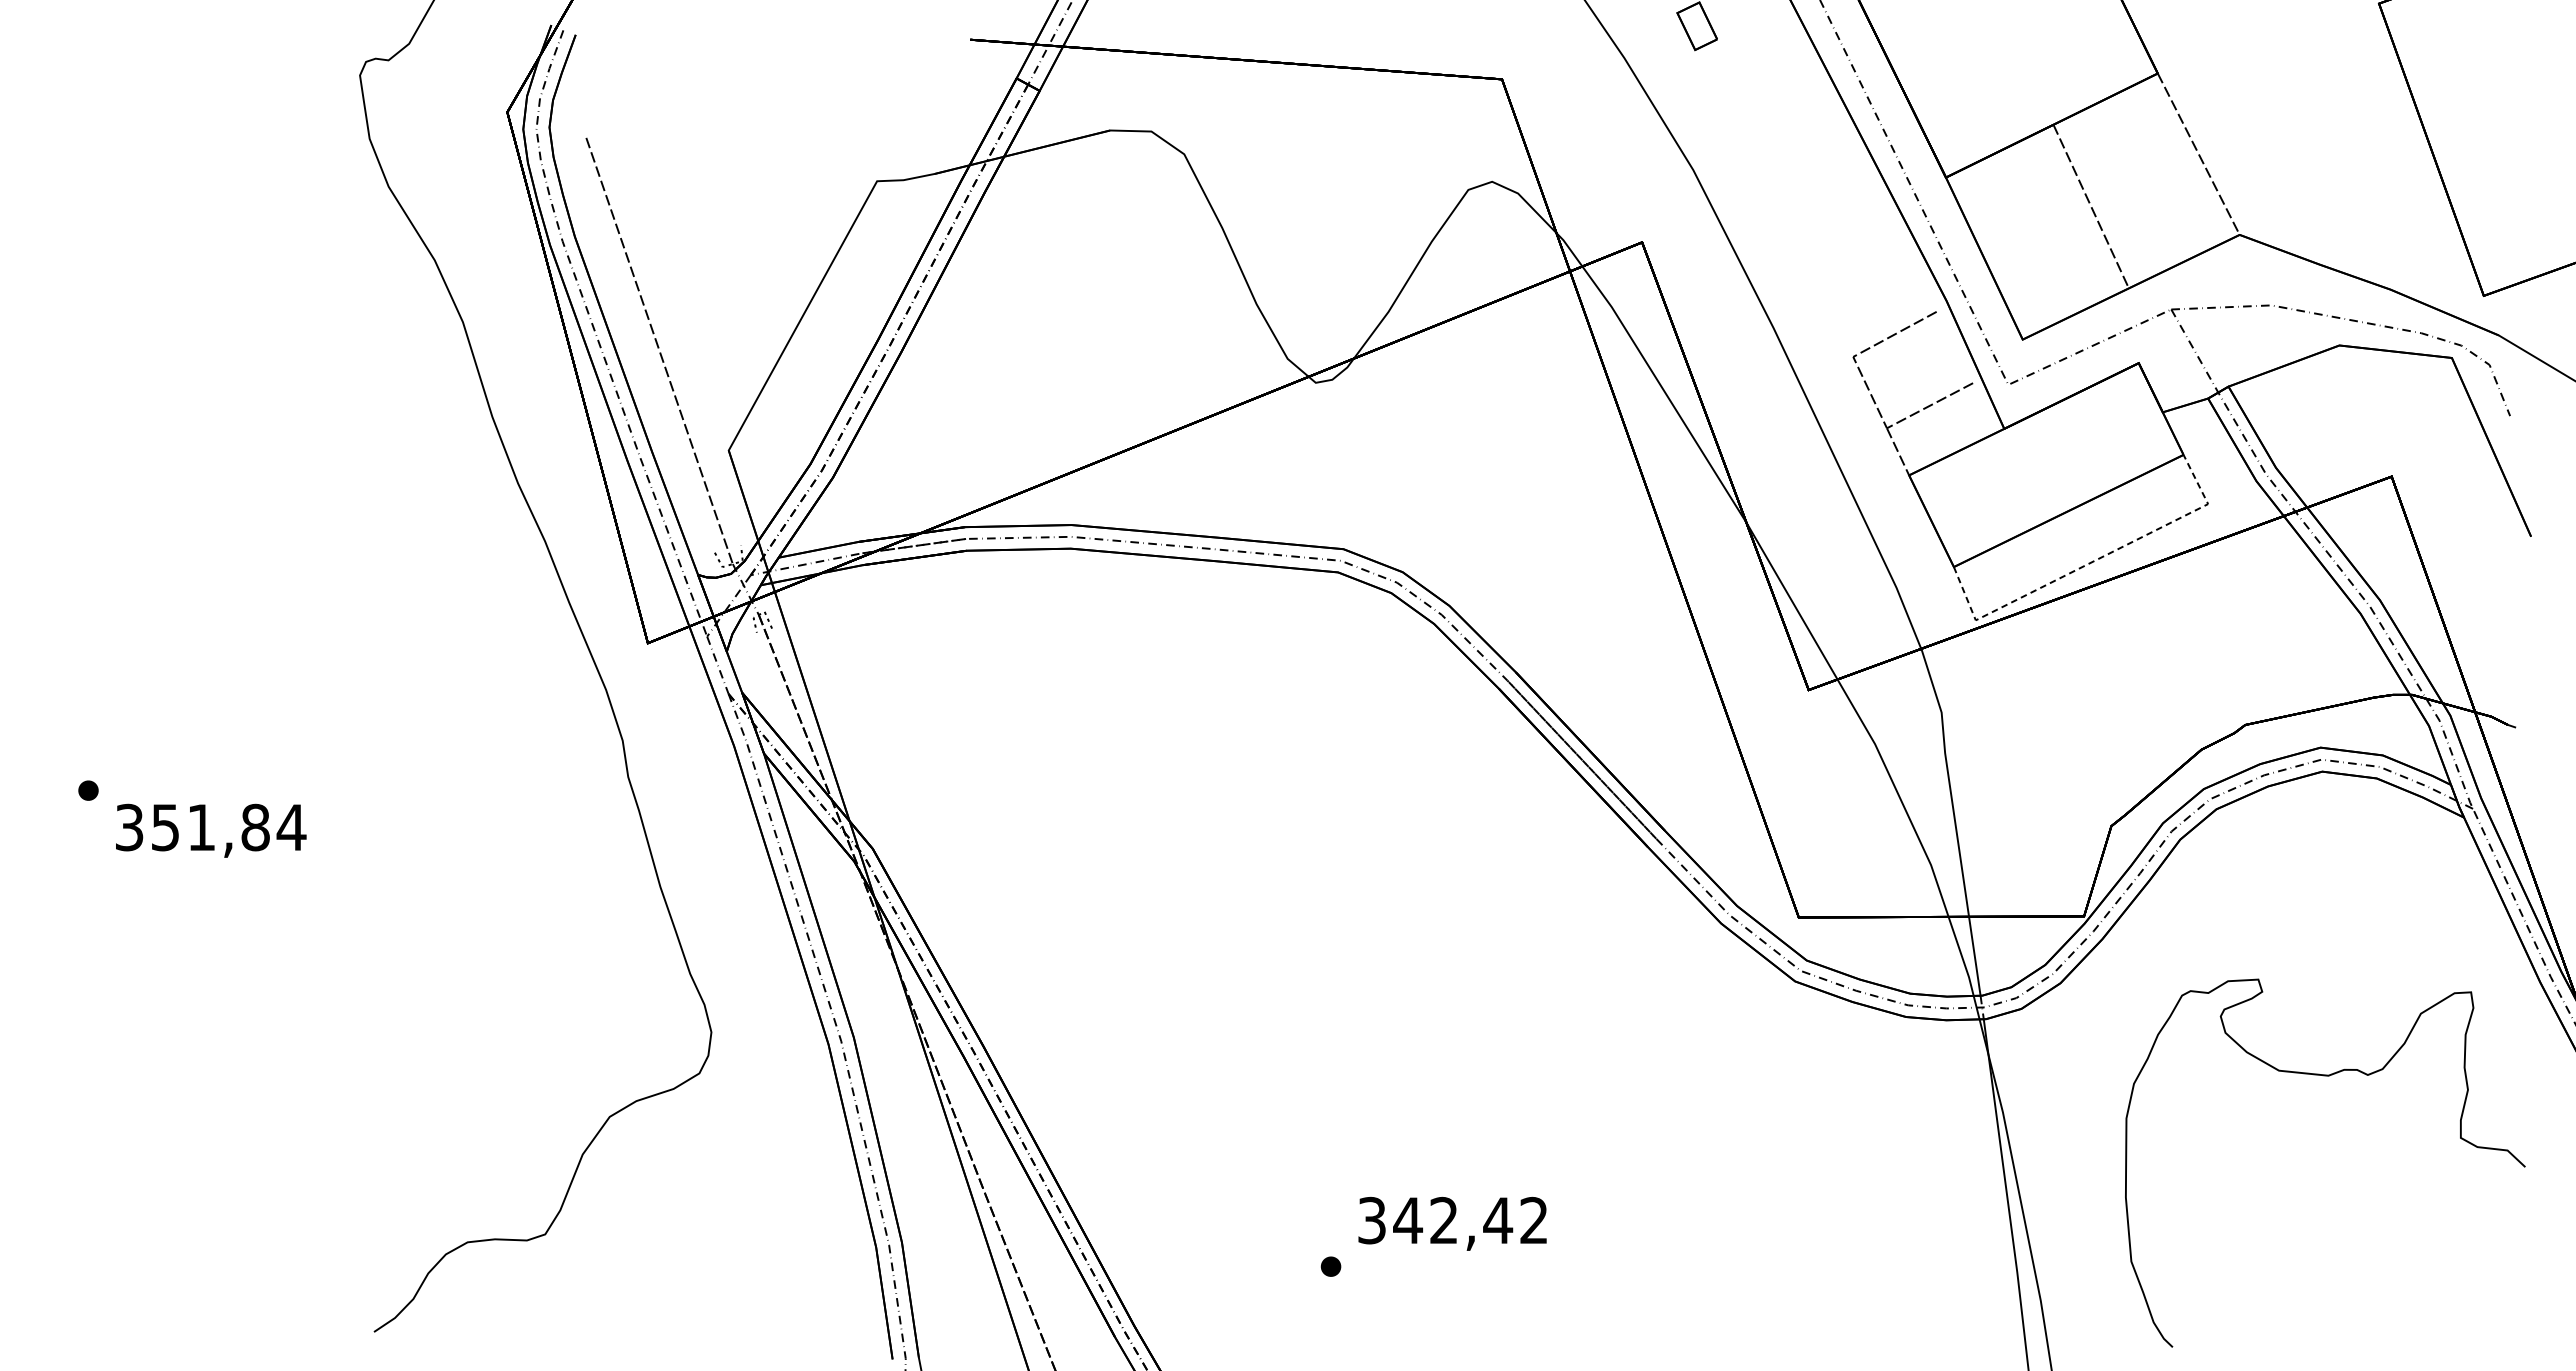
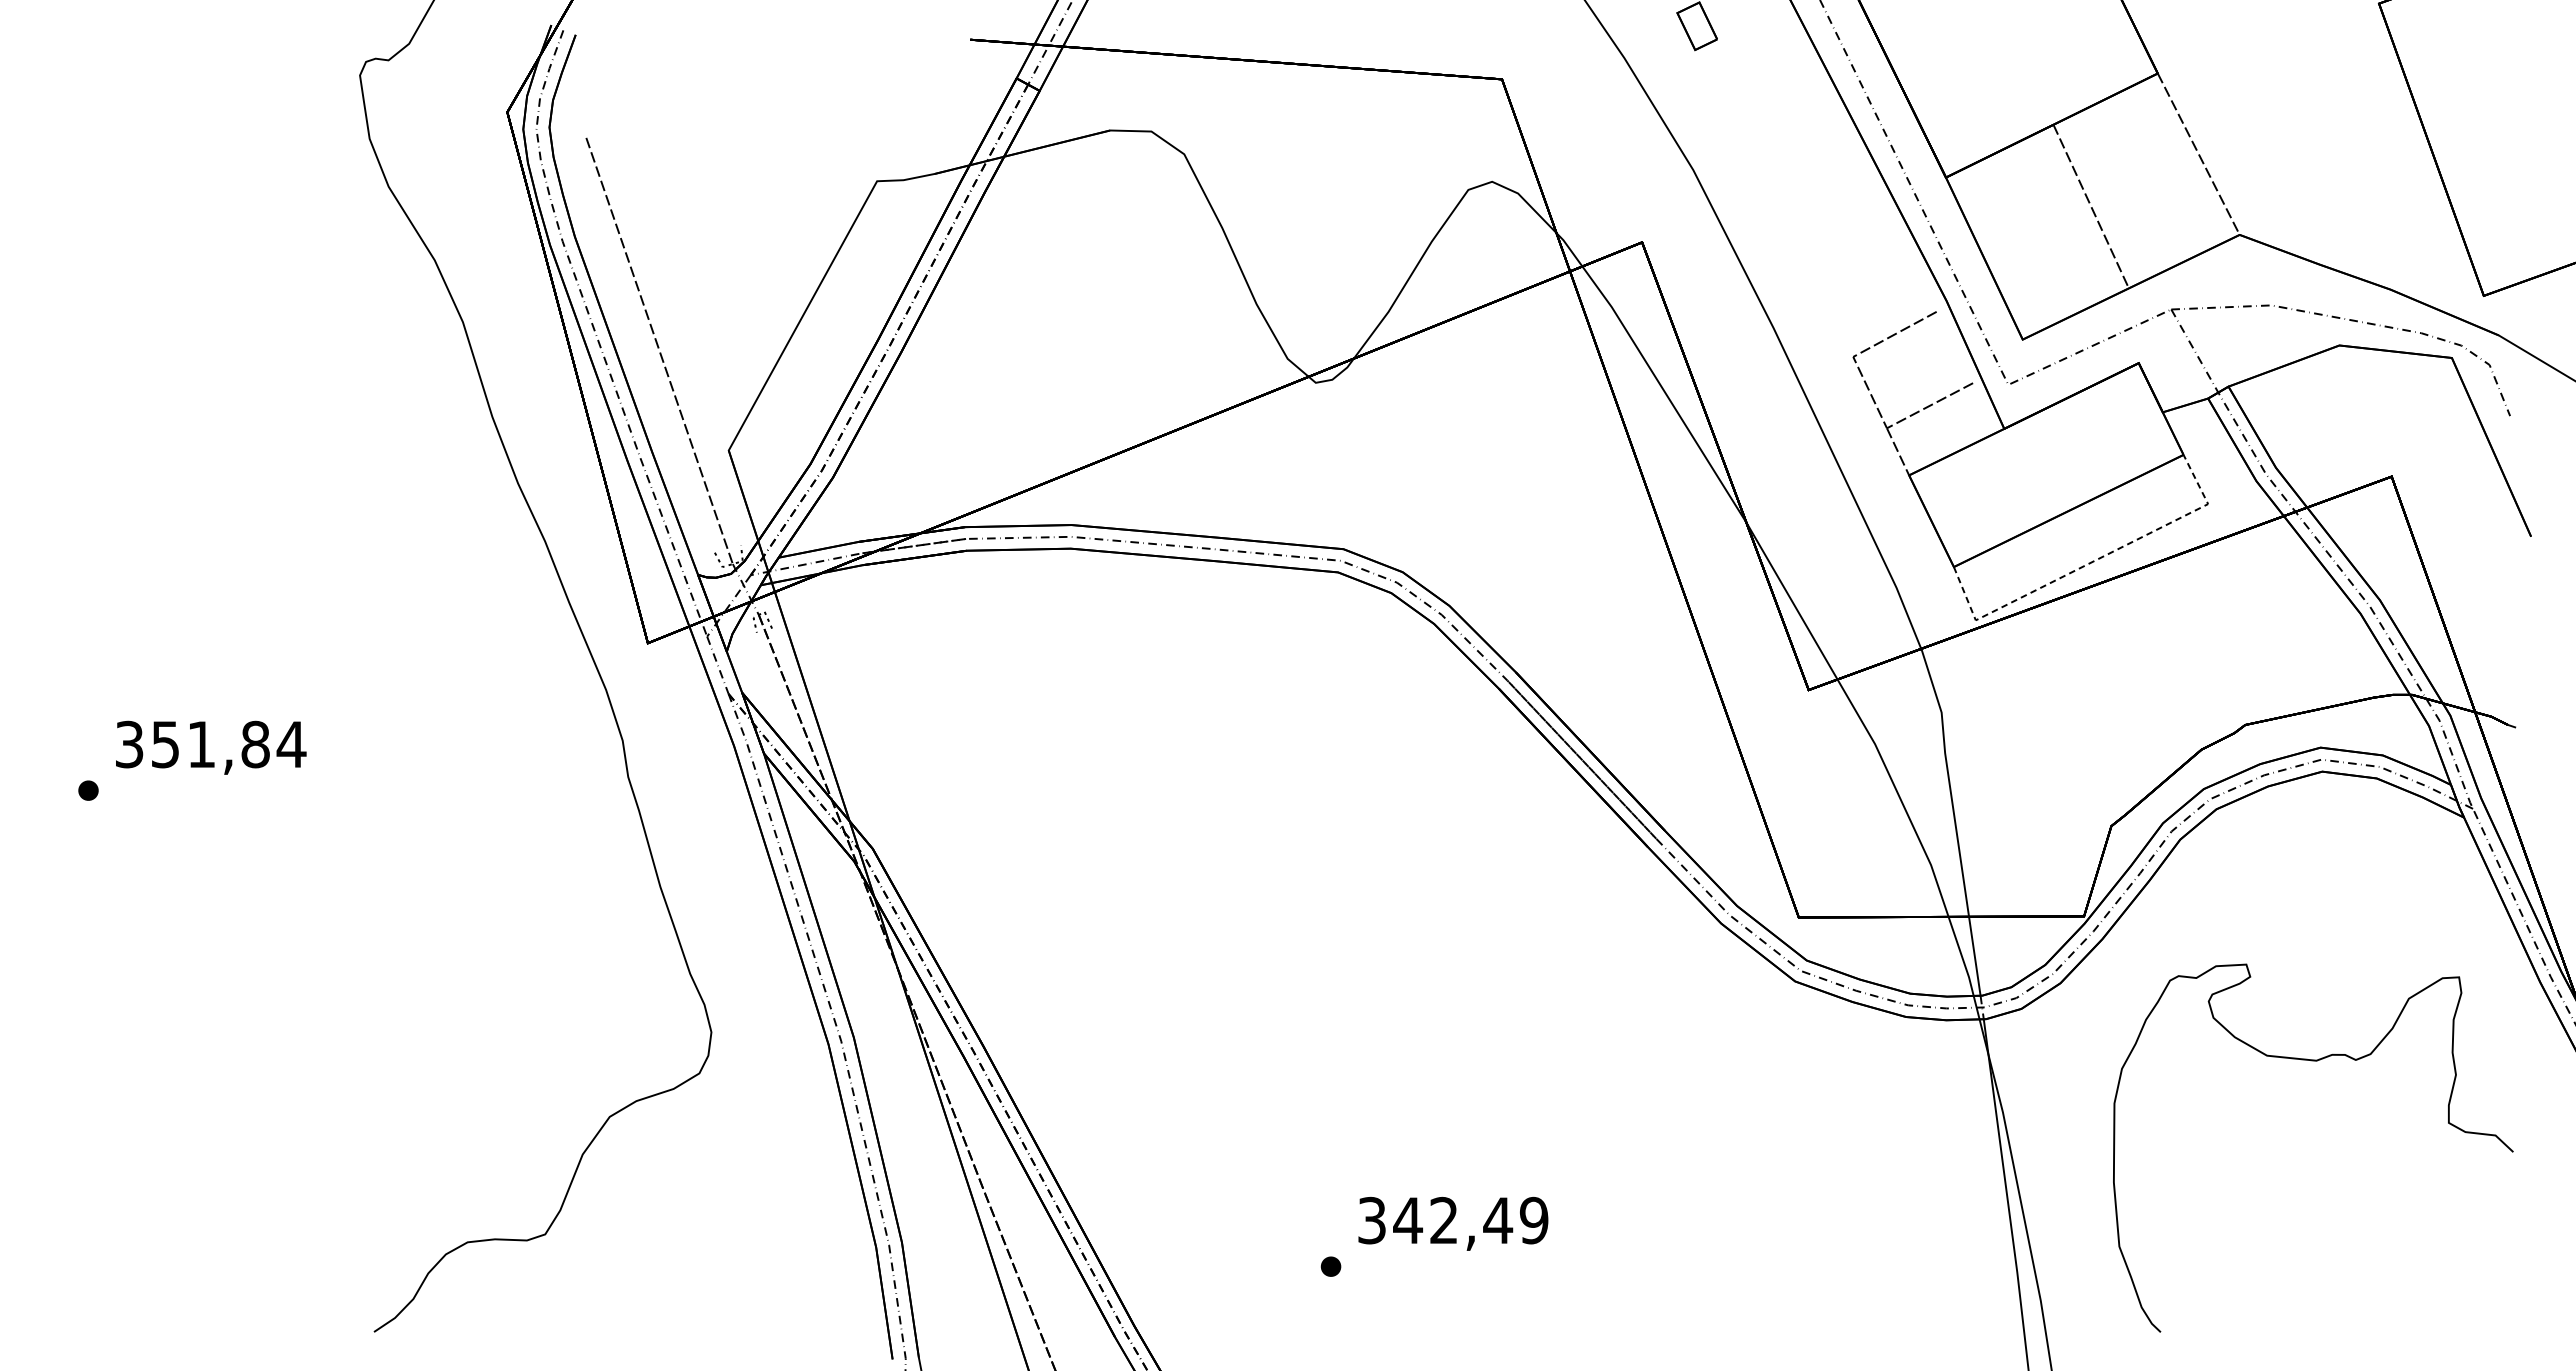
text at (211, 830) position: (211, 830) -> (211, 747)
curve at (2325, 1076) position: (2325, 1076) -> (2313, 1061)
text at (1533, 1220): 342,42 -> 342,49
